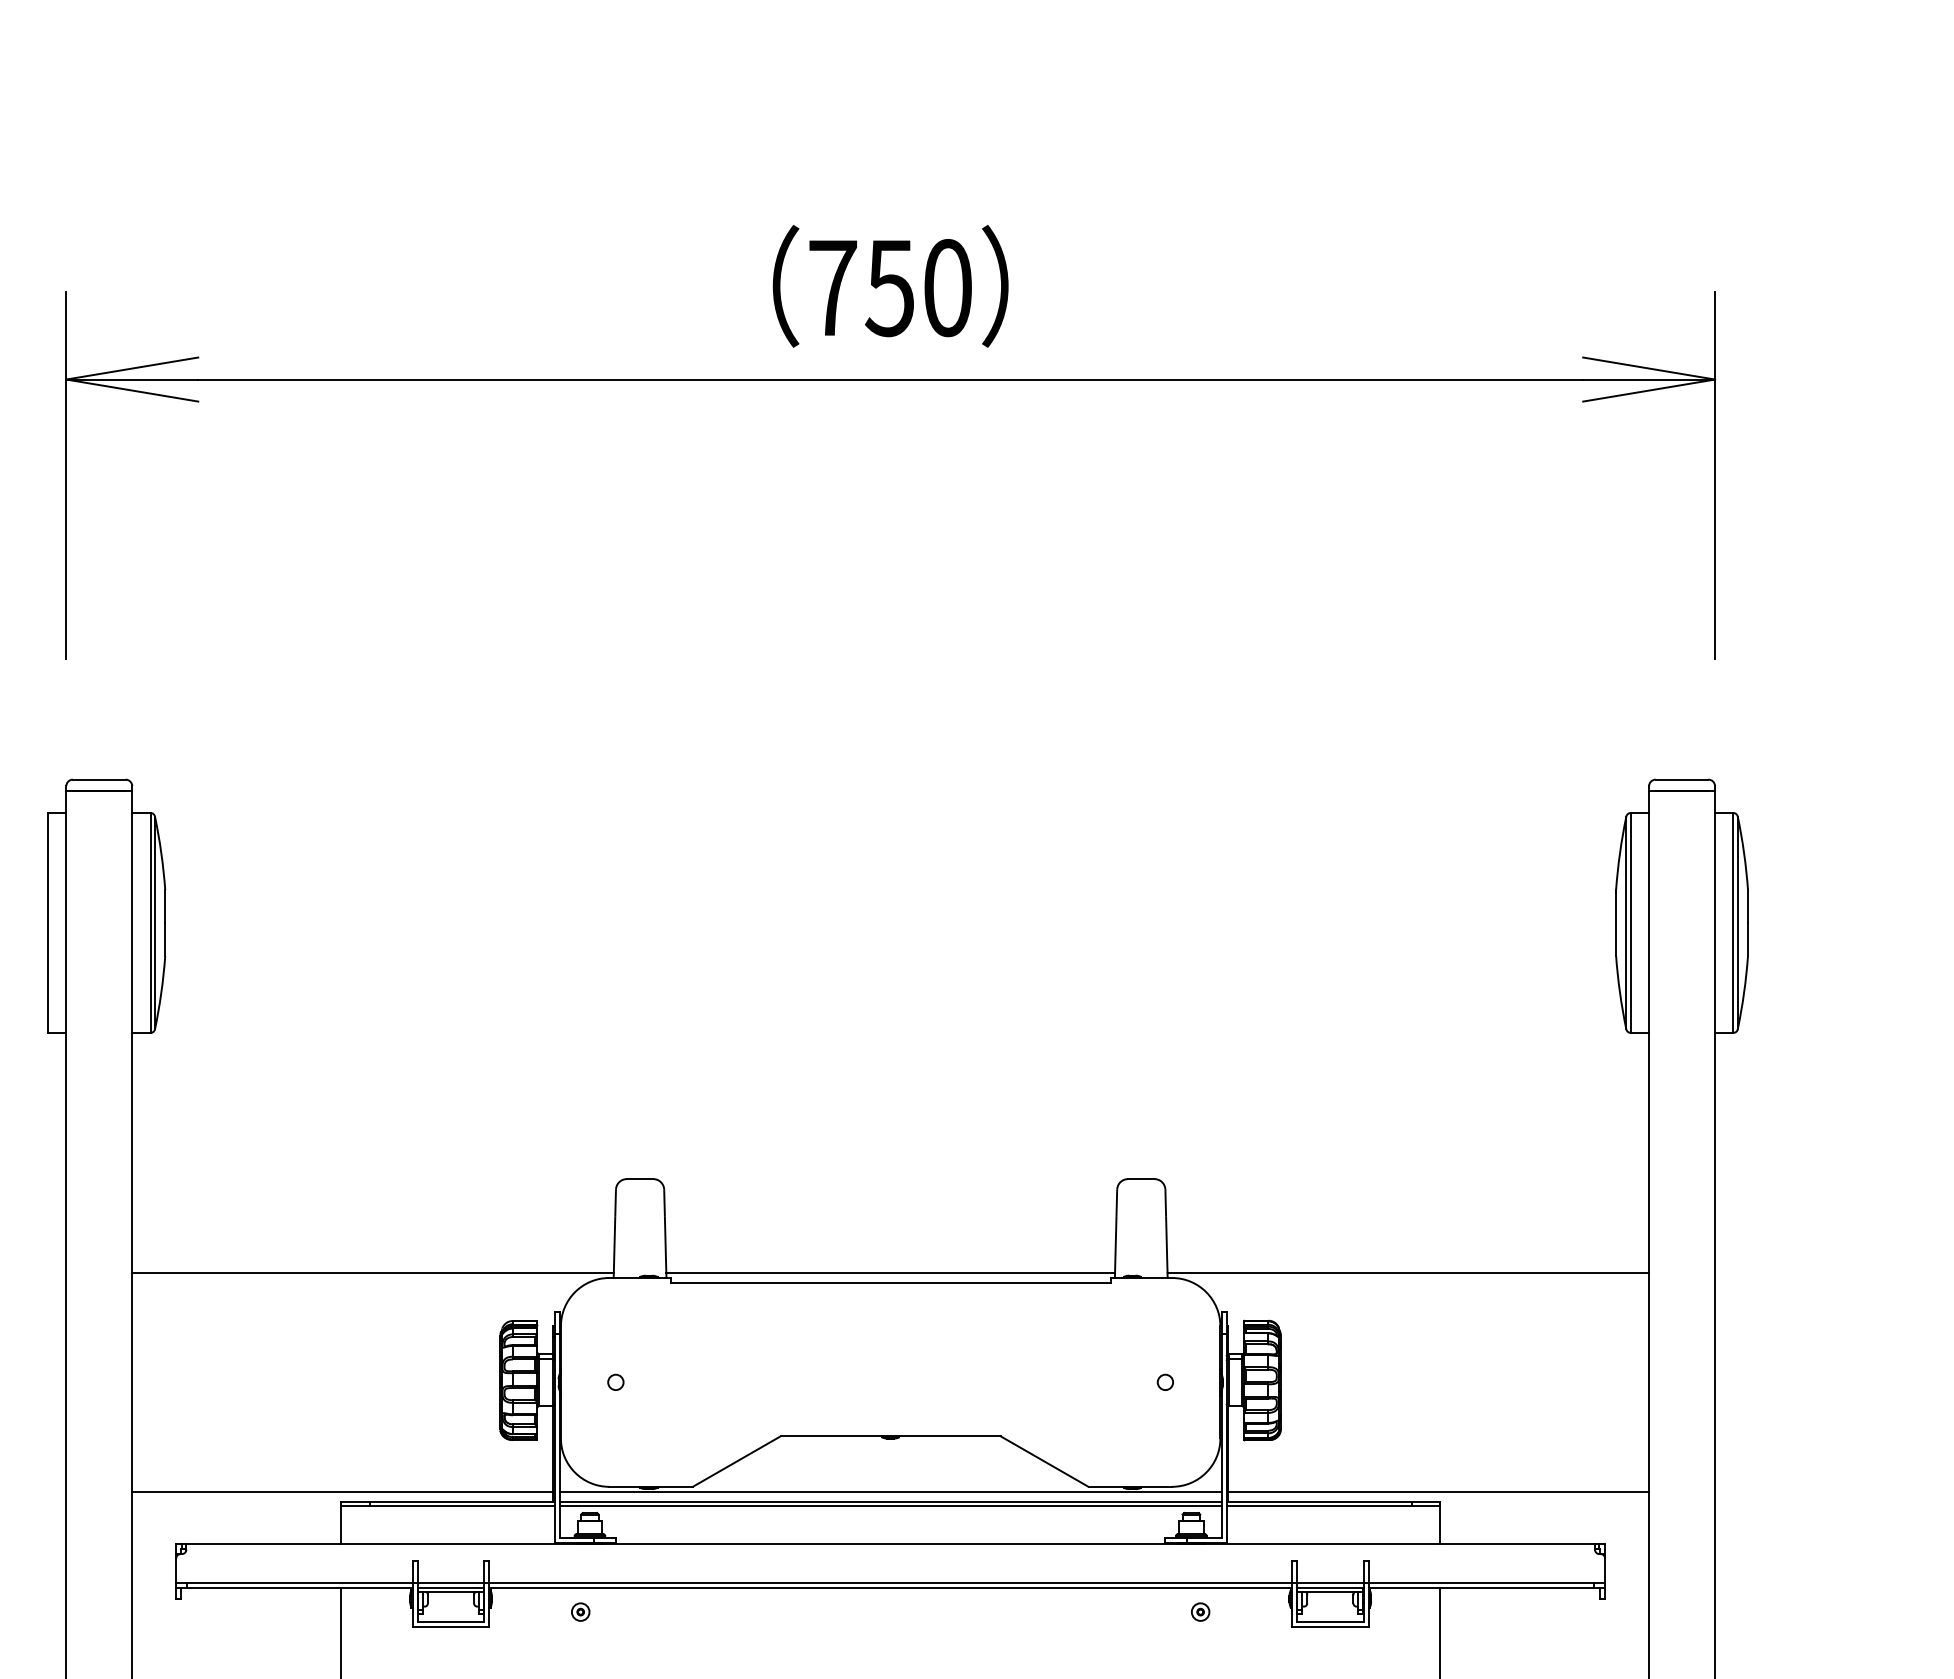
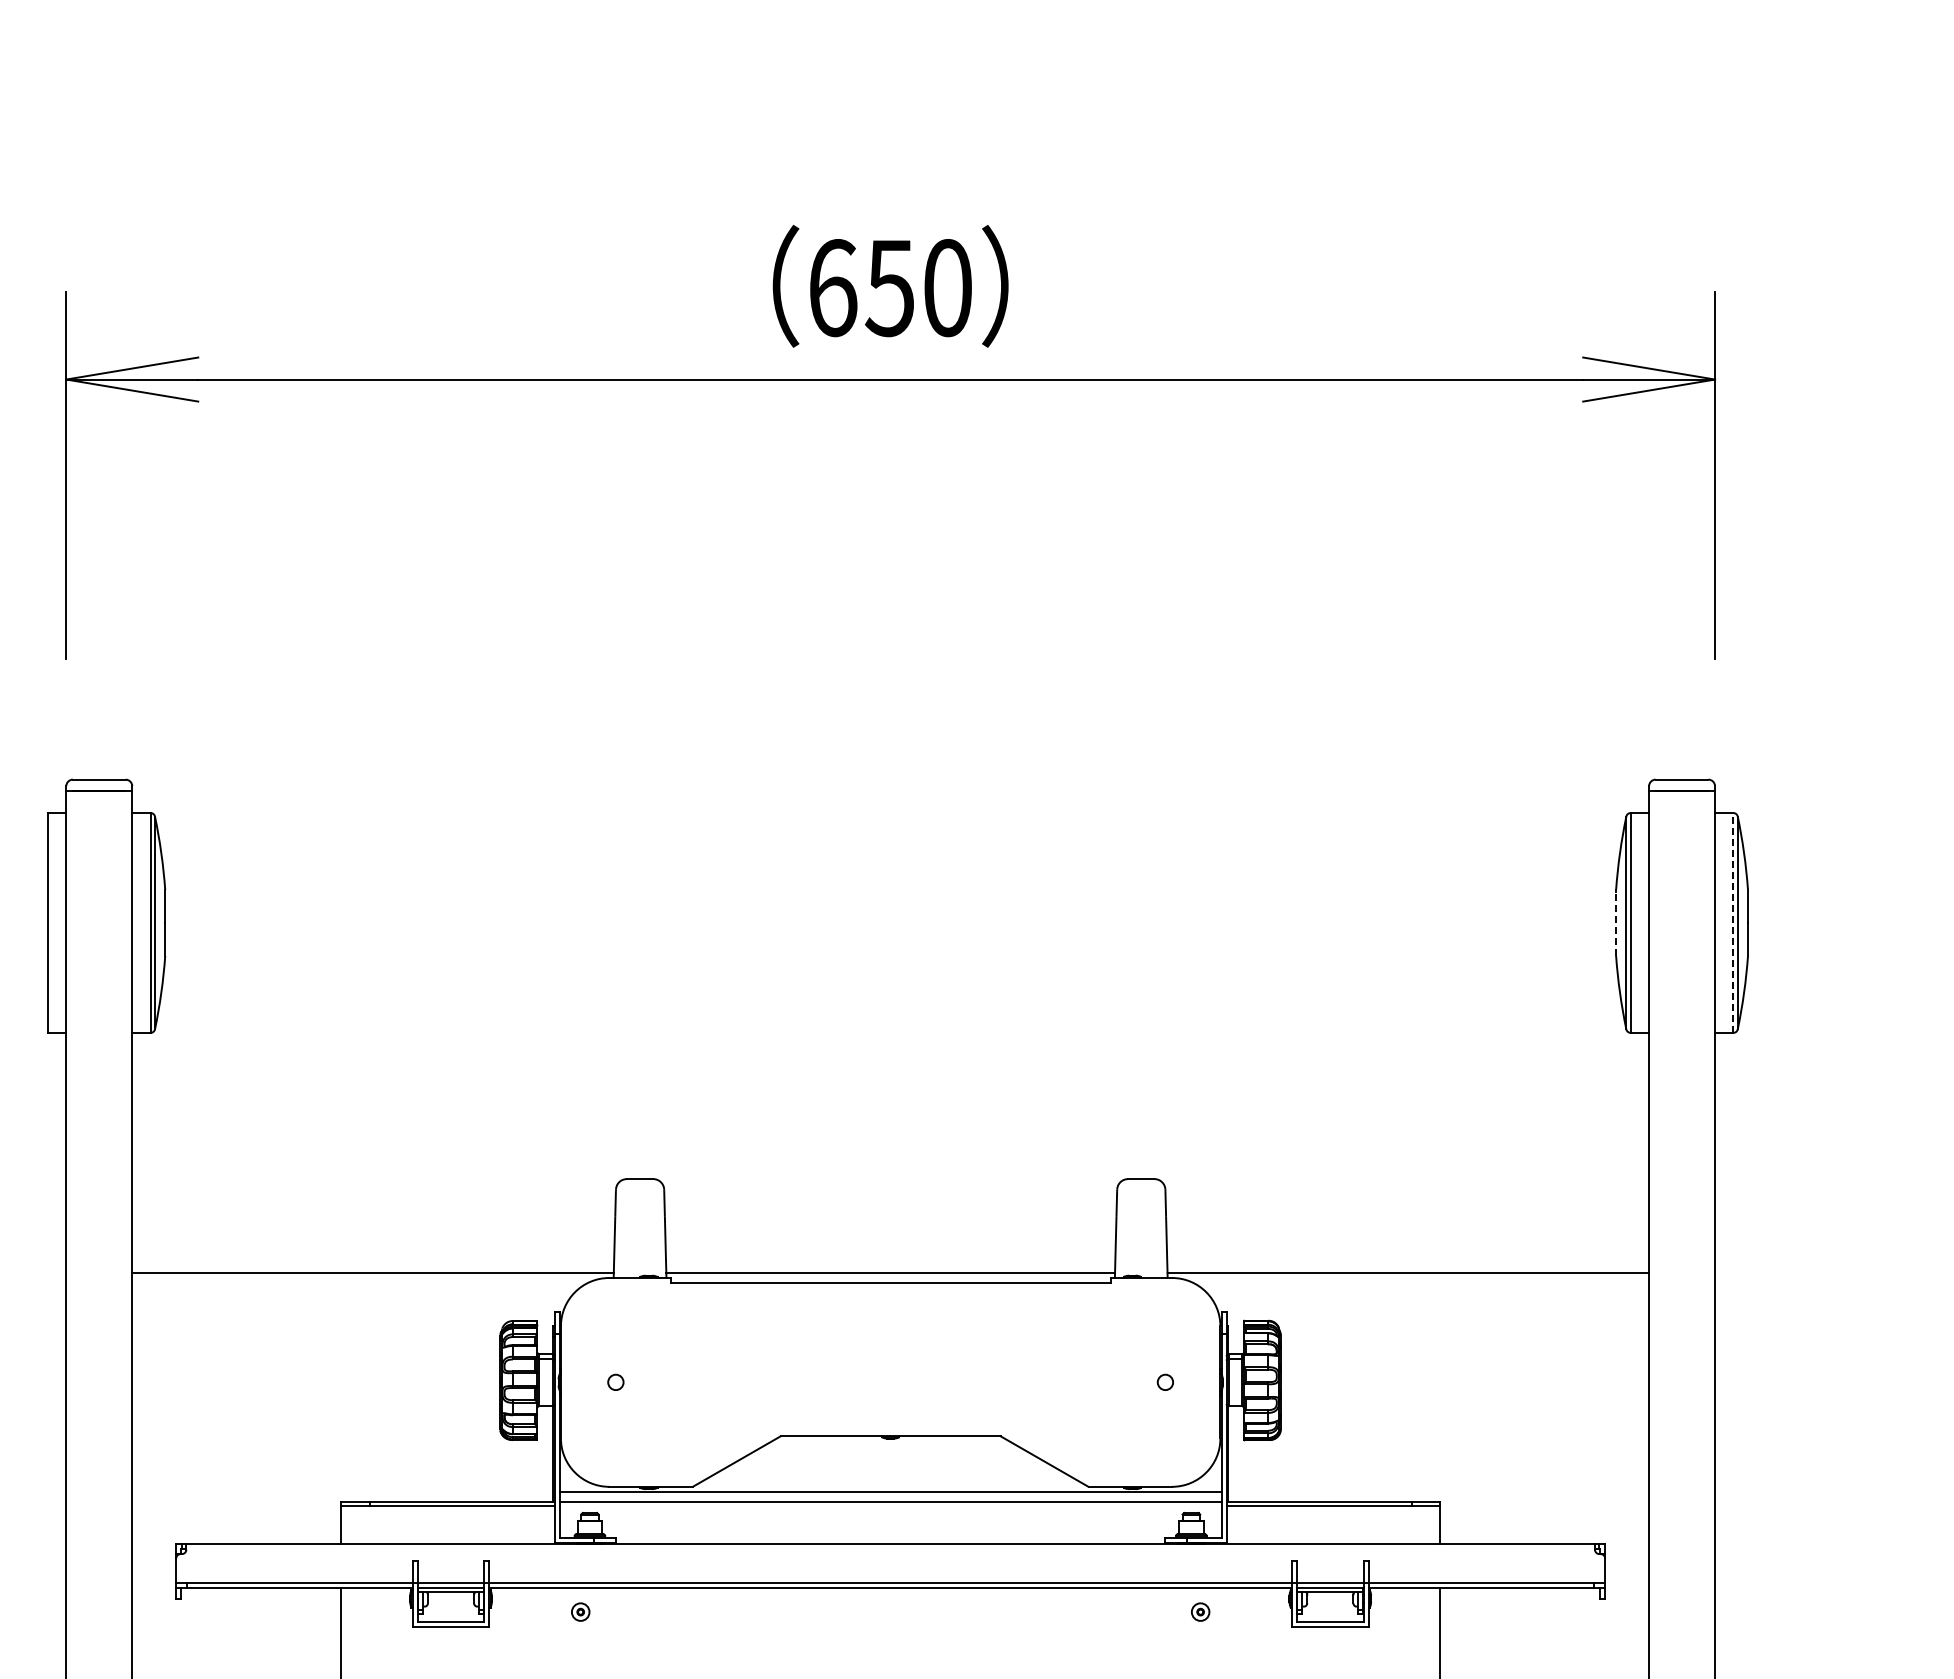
text at (833, 288): 750 -> 650
line at (1733, 922): solid -> dashed
line at (1616, 924): solid -> dashed
line at (342, 1492): present -> none
line at (1438, 1492): present -> none
line at (890, 1505): present -> none
